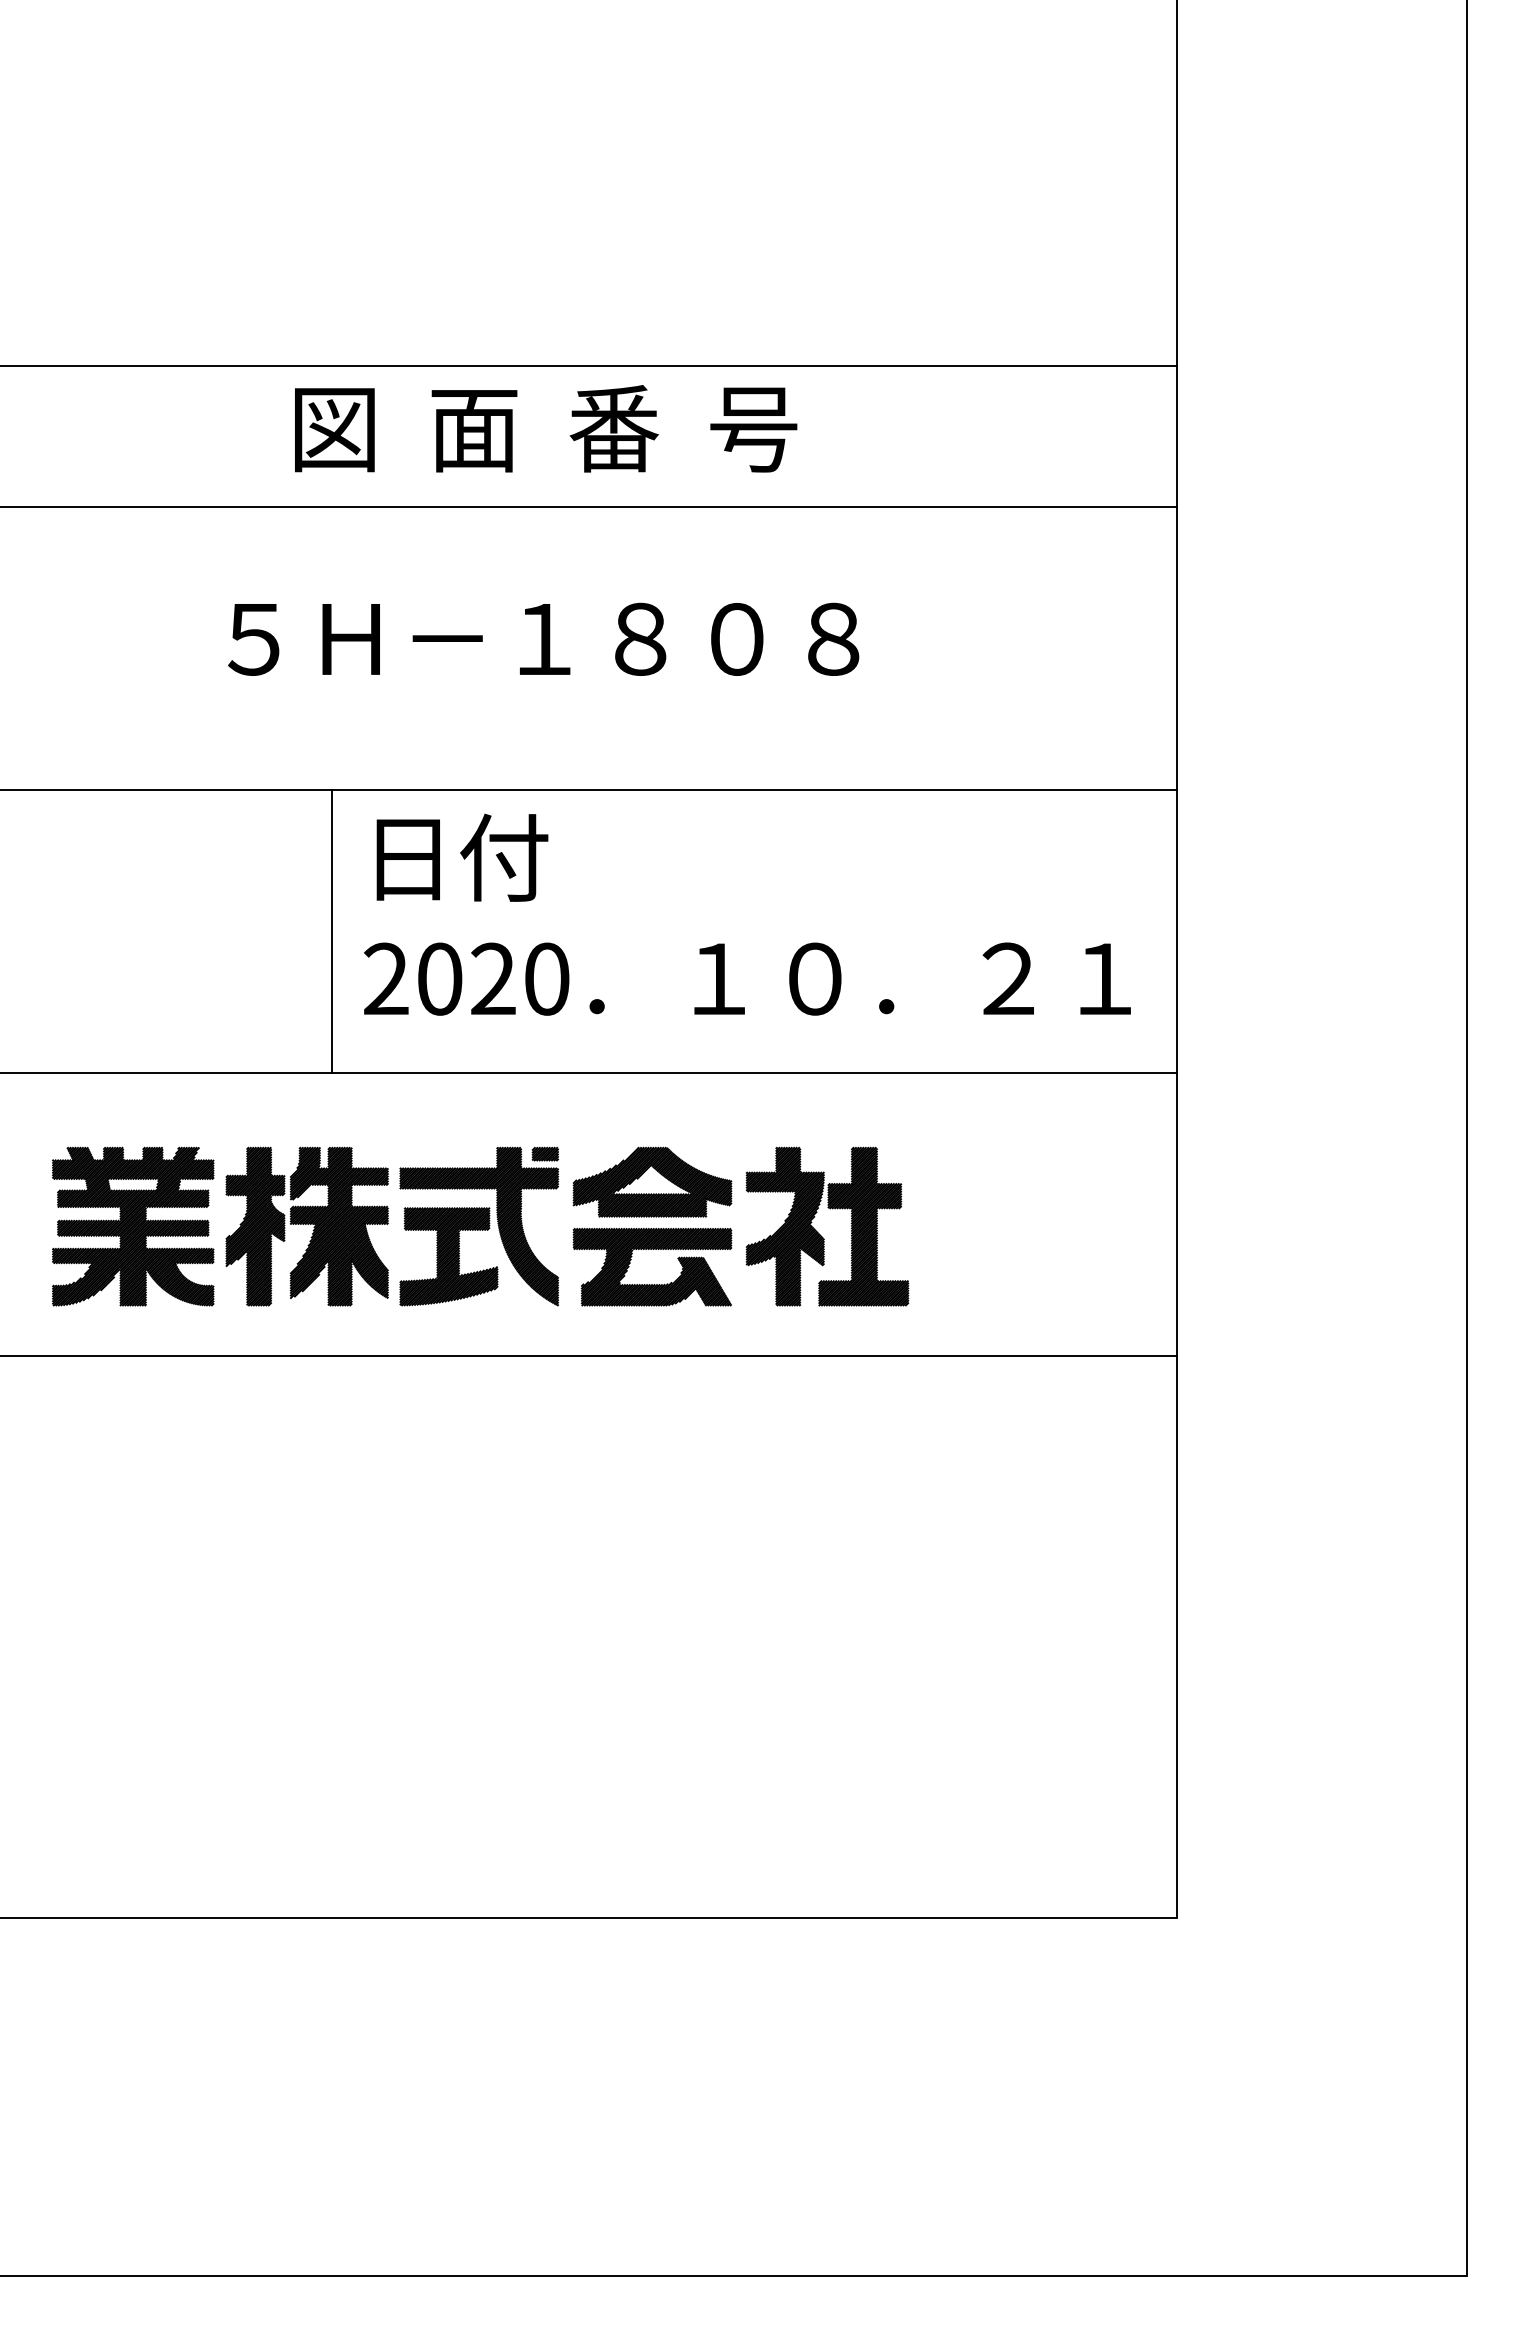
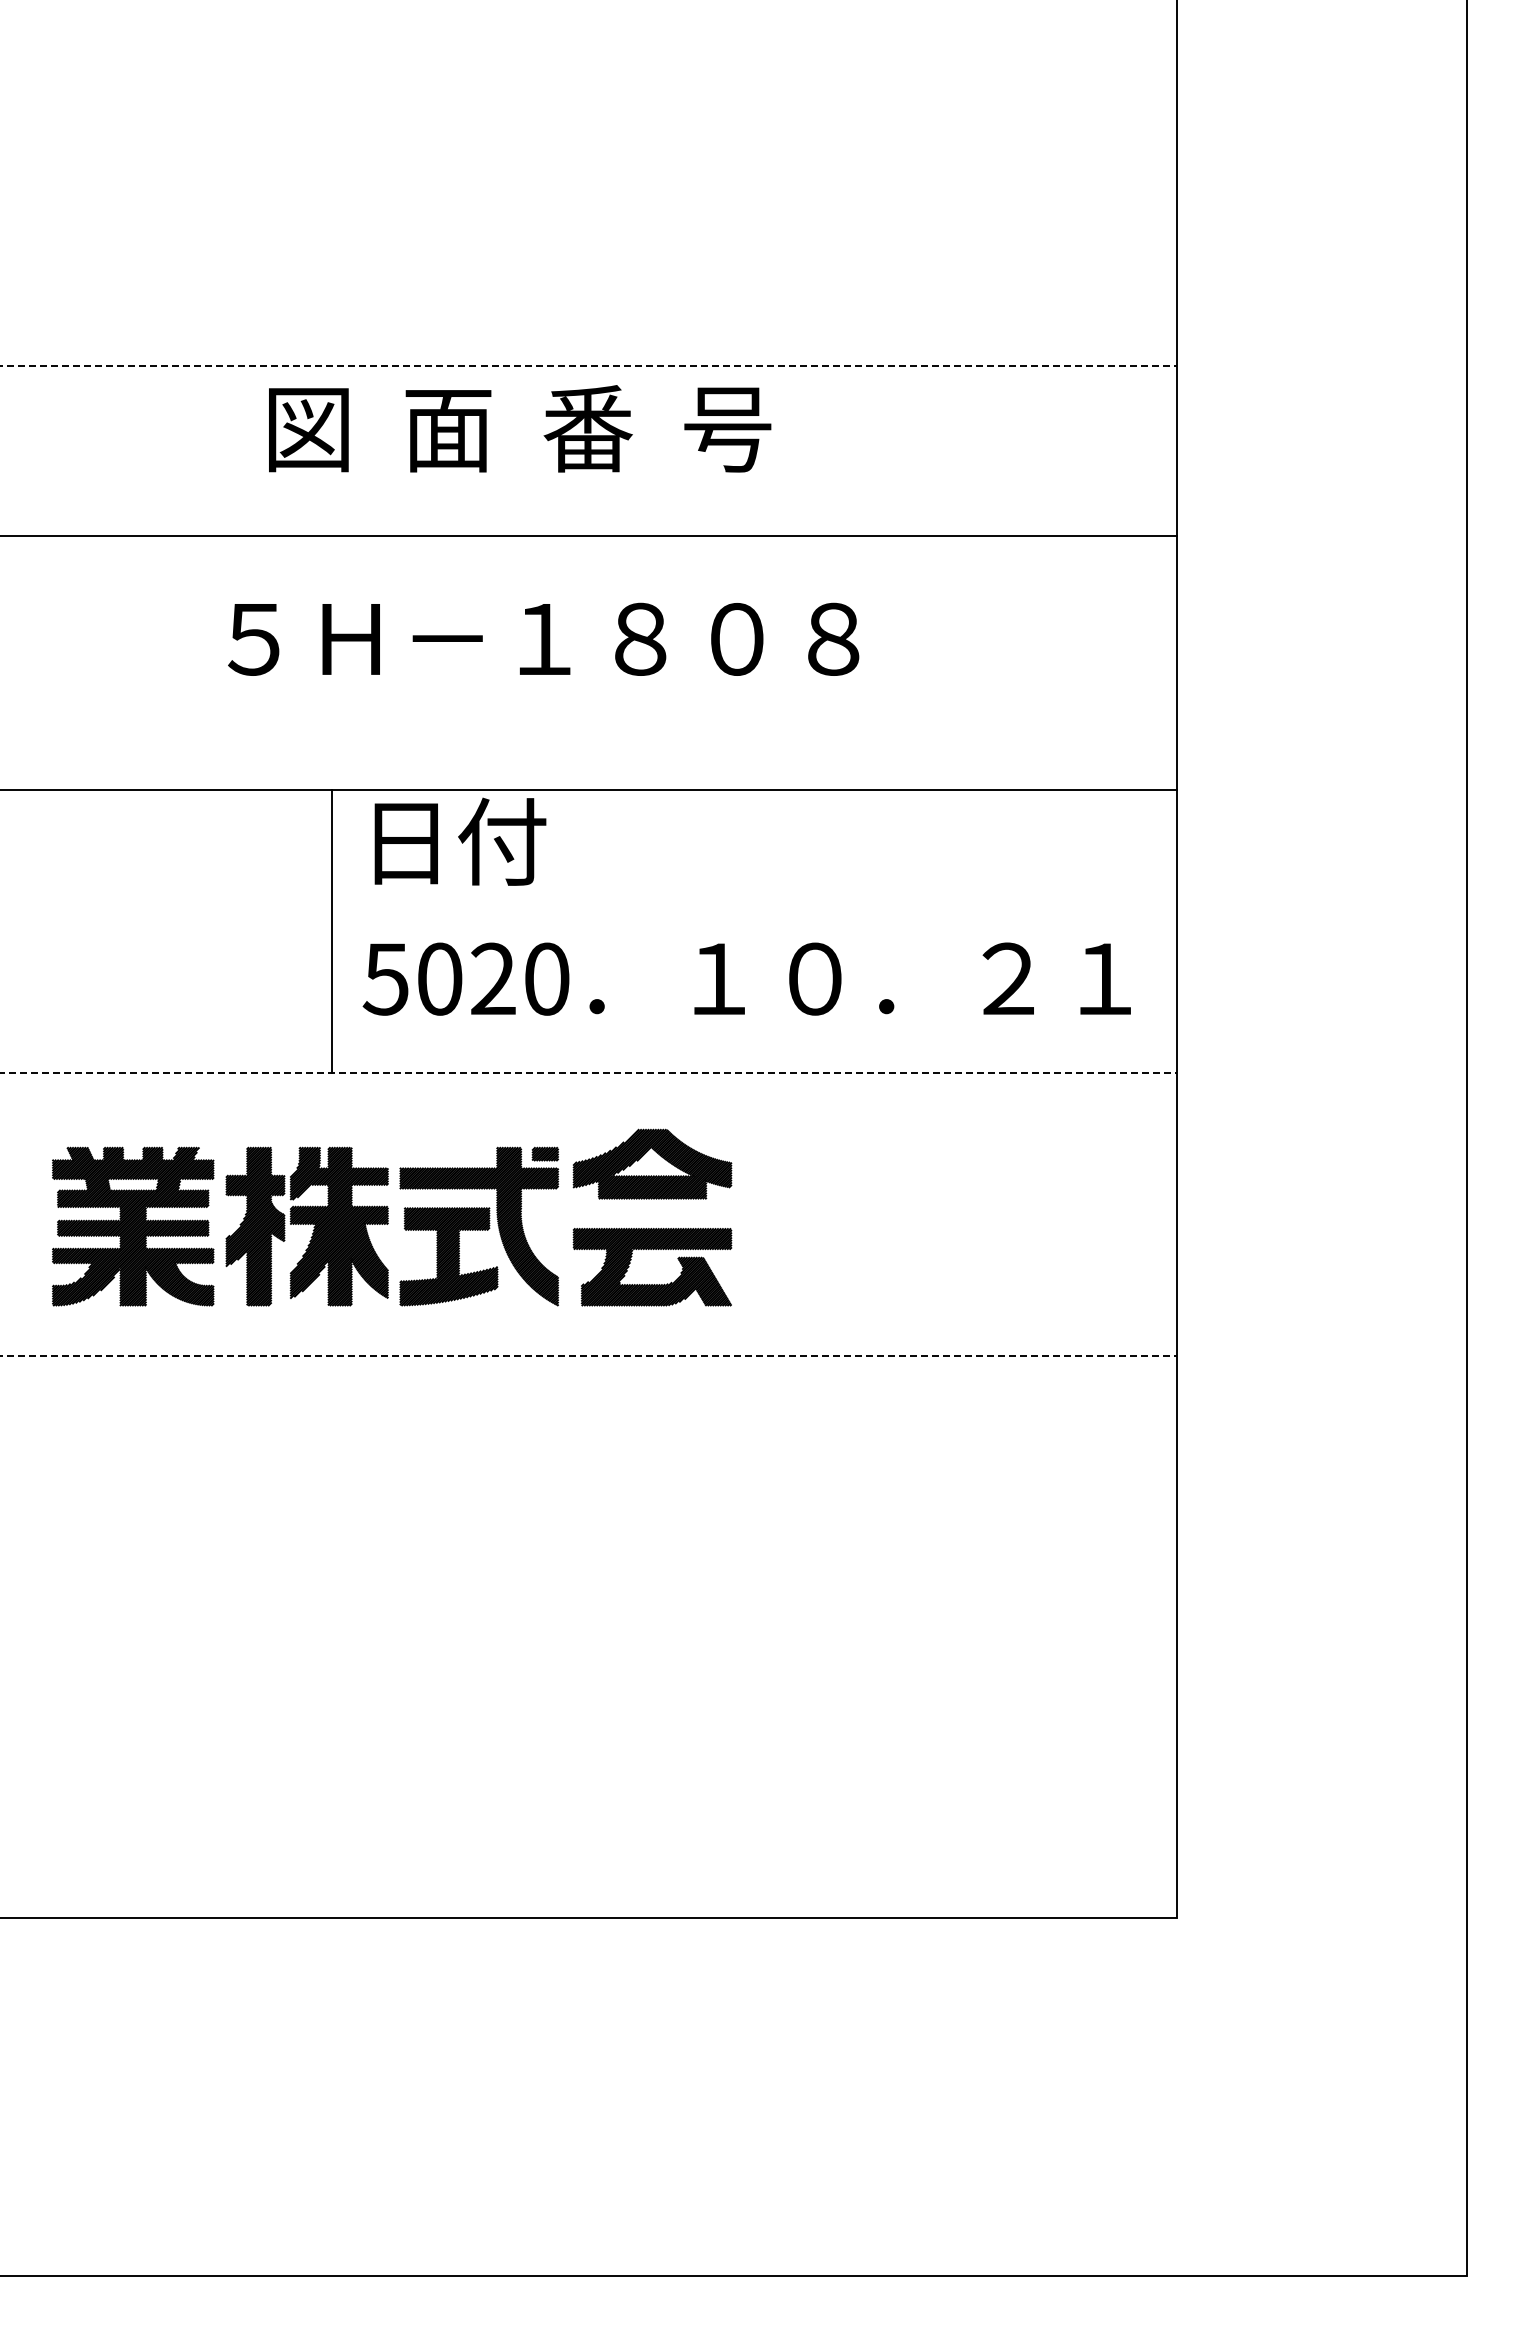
line at (589, 365): solid -> dashed
text at (546, 428) position: (546, 428) -> (520, 428)
line at (589, 507) position: (589, 507) -> (589, 536)
text at (462, 857) position: (462, 857) -> (460, 841)
text at (385, 978): 2020 -> 5020
line at (589, 1073): solid -> dashed
part at (652, 1181) position: (652, 1181) -> (652, 1163)
part at (819, 1233): present -> none
line at (589, 1356): solid -> dashed
